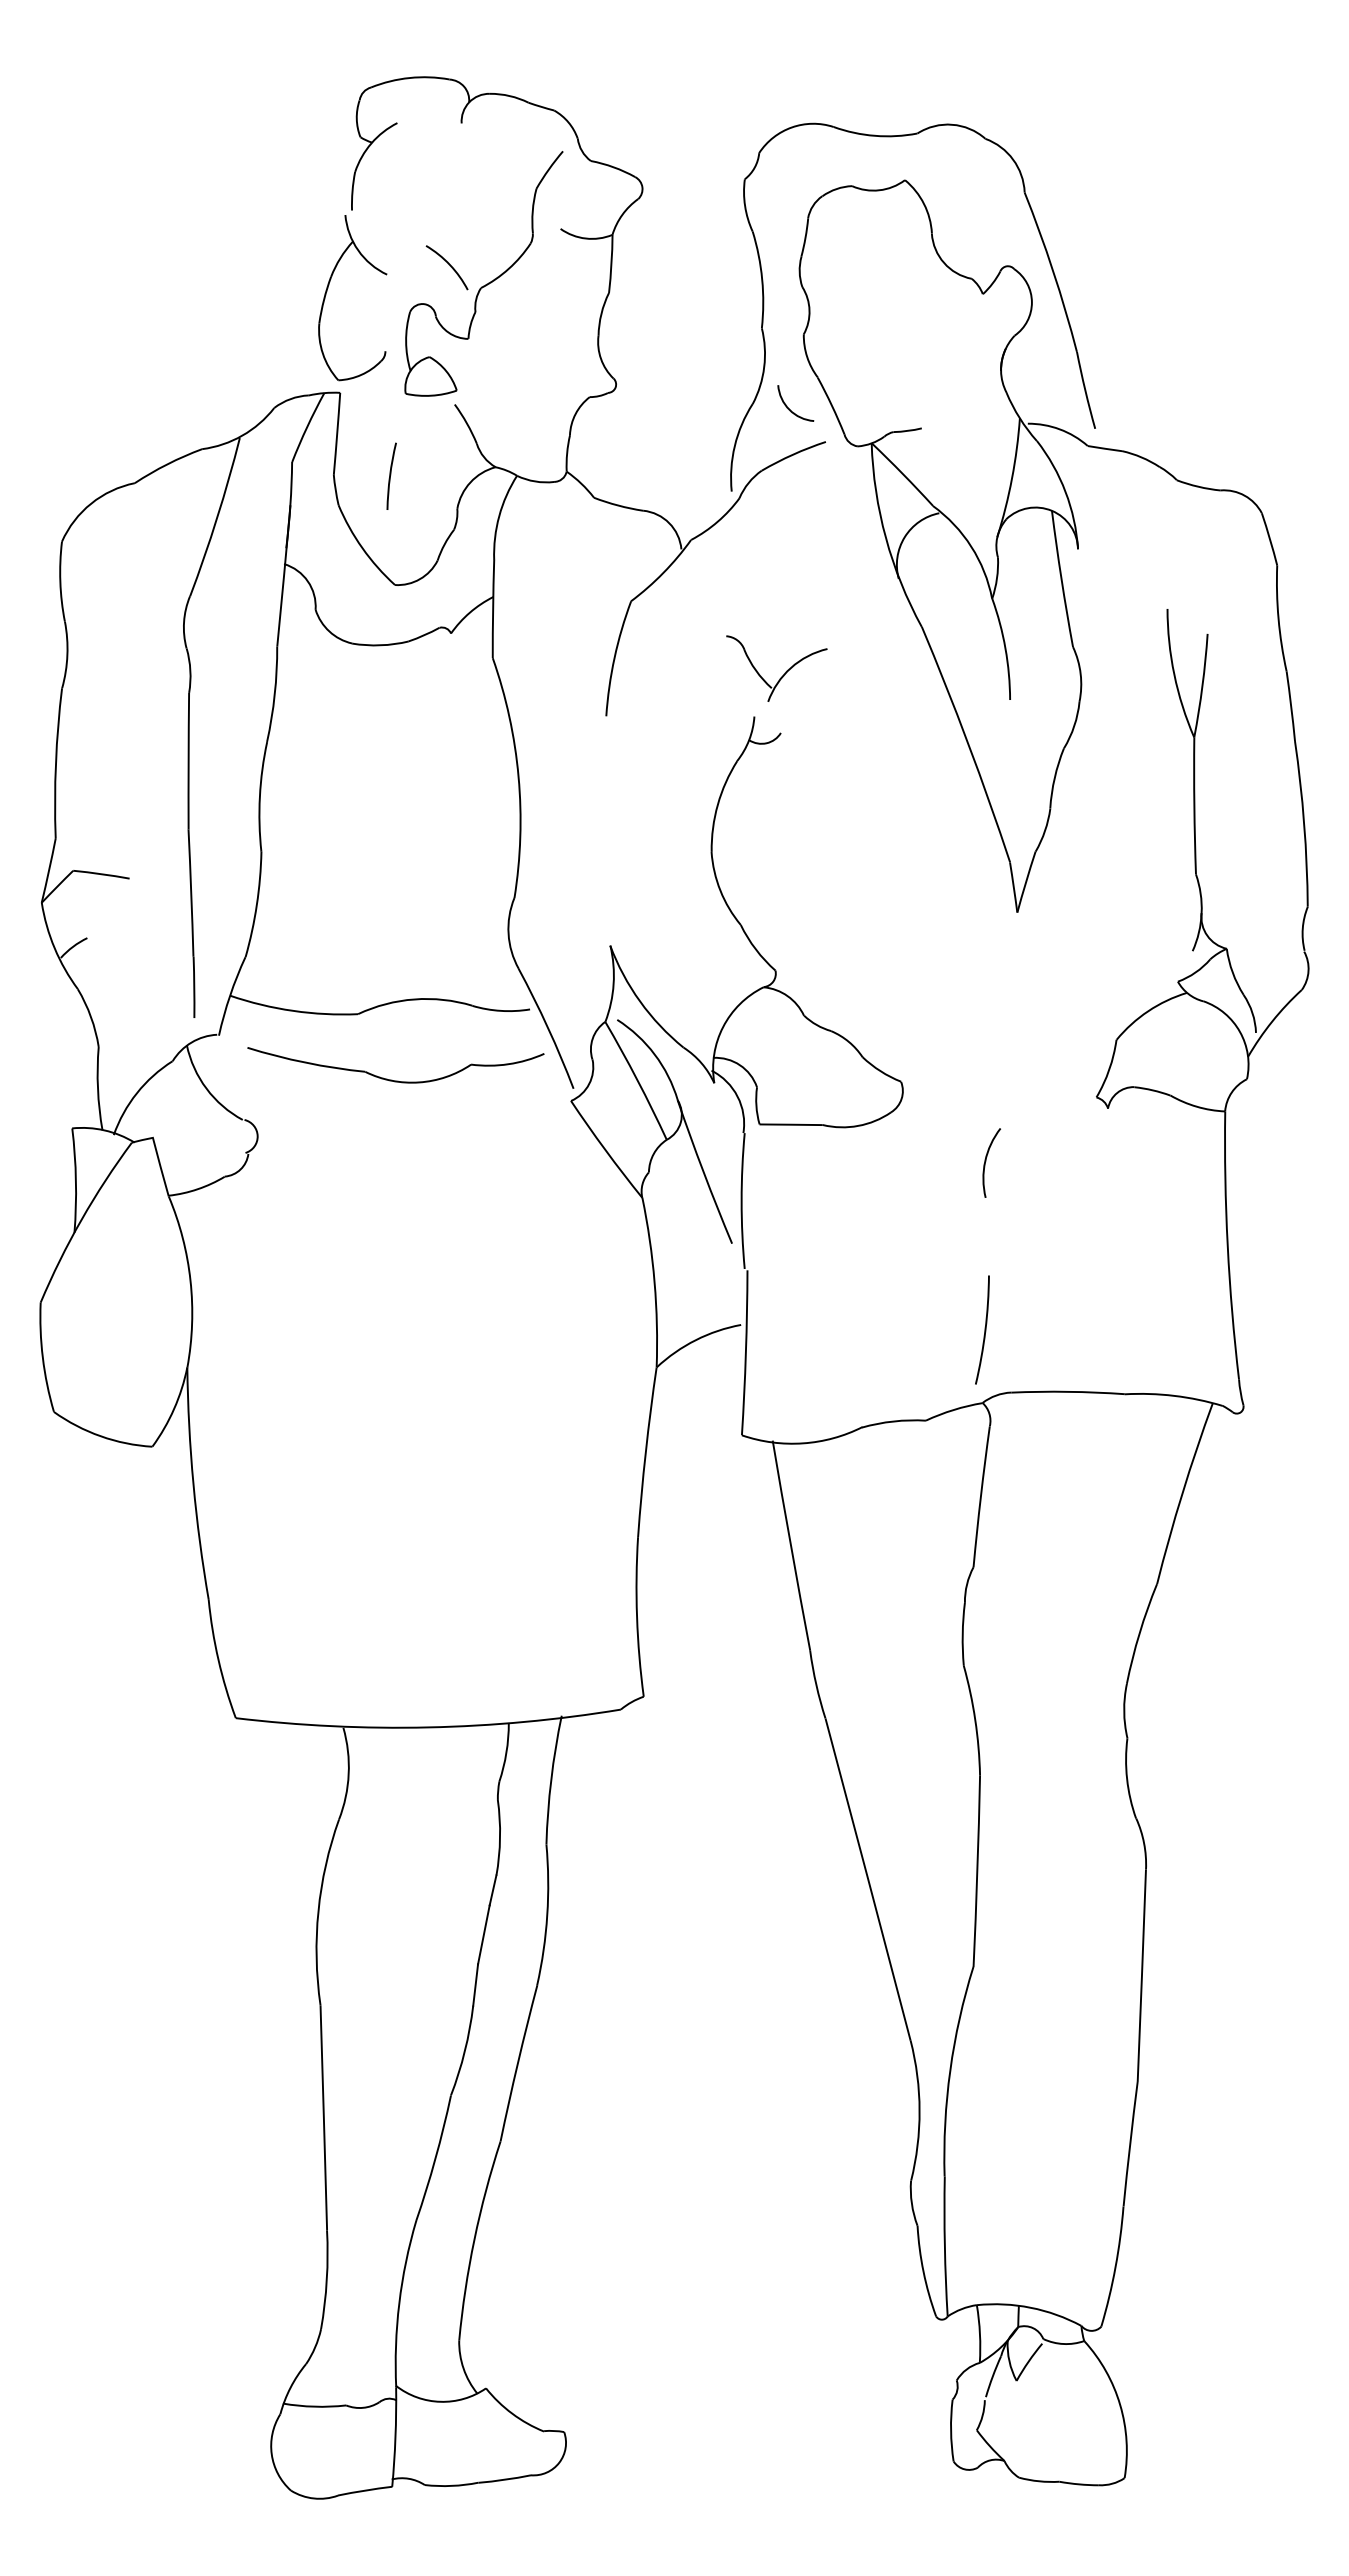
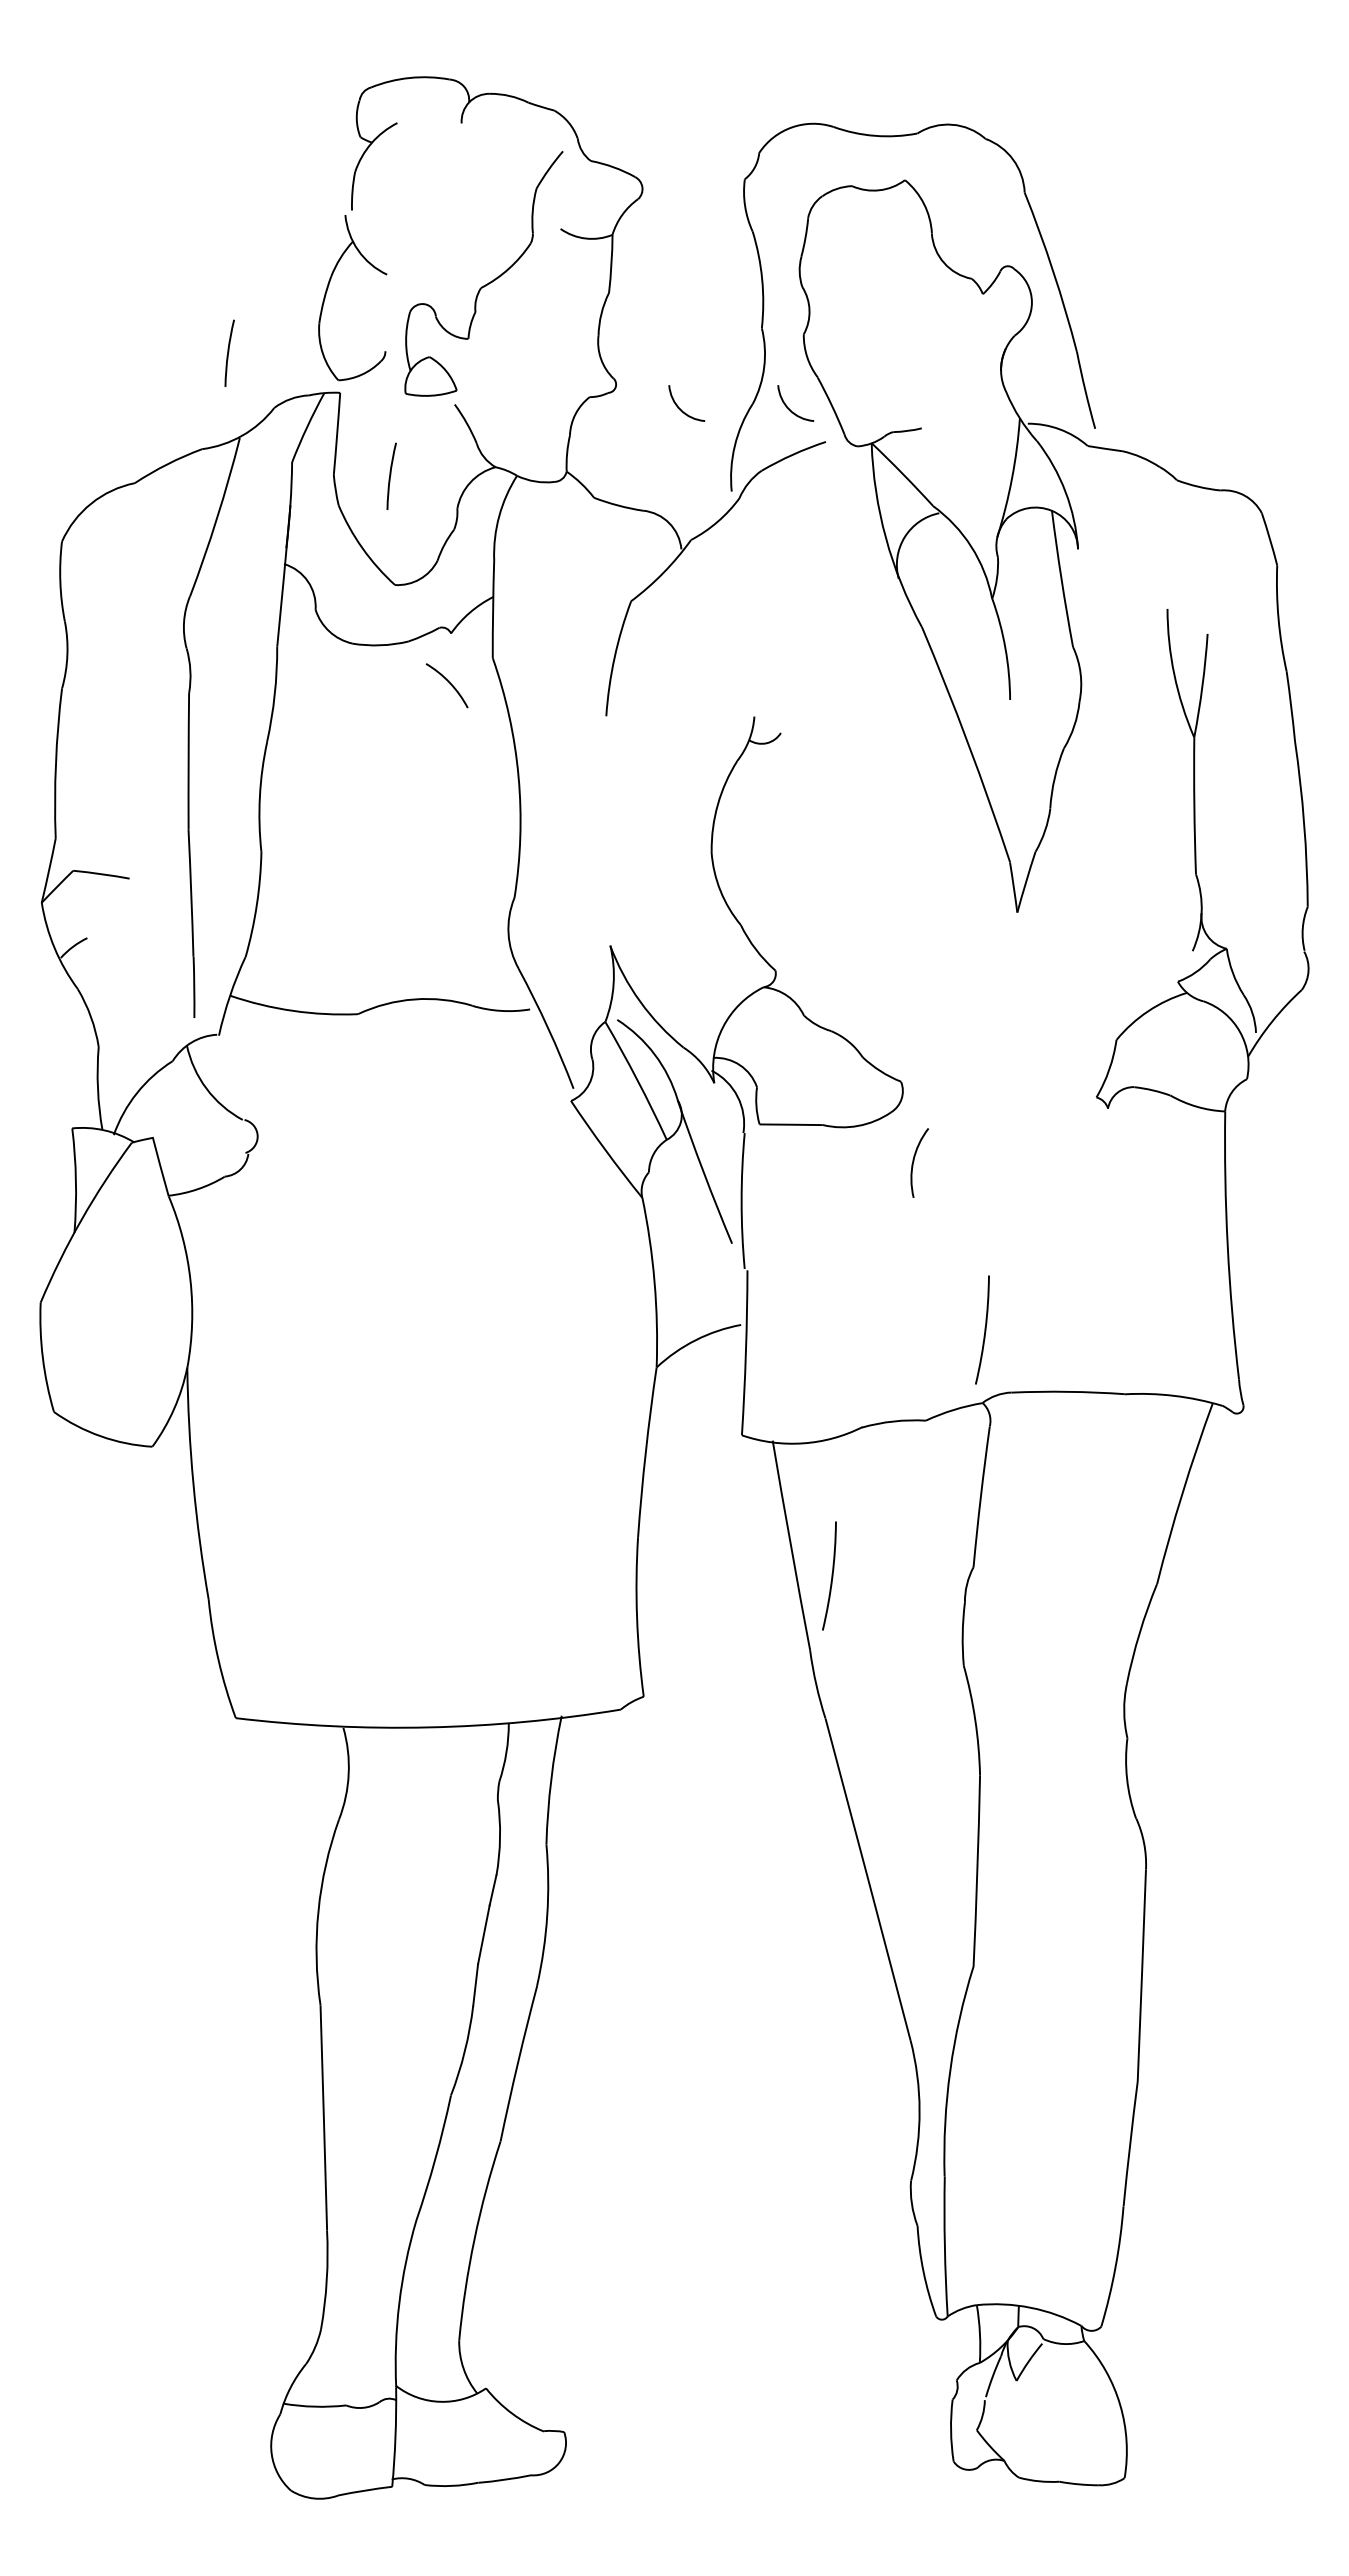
arc at (448, 264) position: (448, 264) -> (448, 682)
arc at (229, 352): none -> present
arc at (680, 408): none -> present
part at (783, 674): present -> none
part at (392, 1079): present -> none
arc at (986, 1161) position: (986, 1161) -> (914, 1161)
arc at (831, 1575): none -> present
